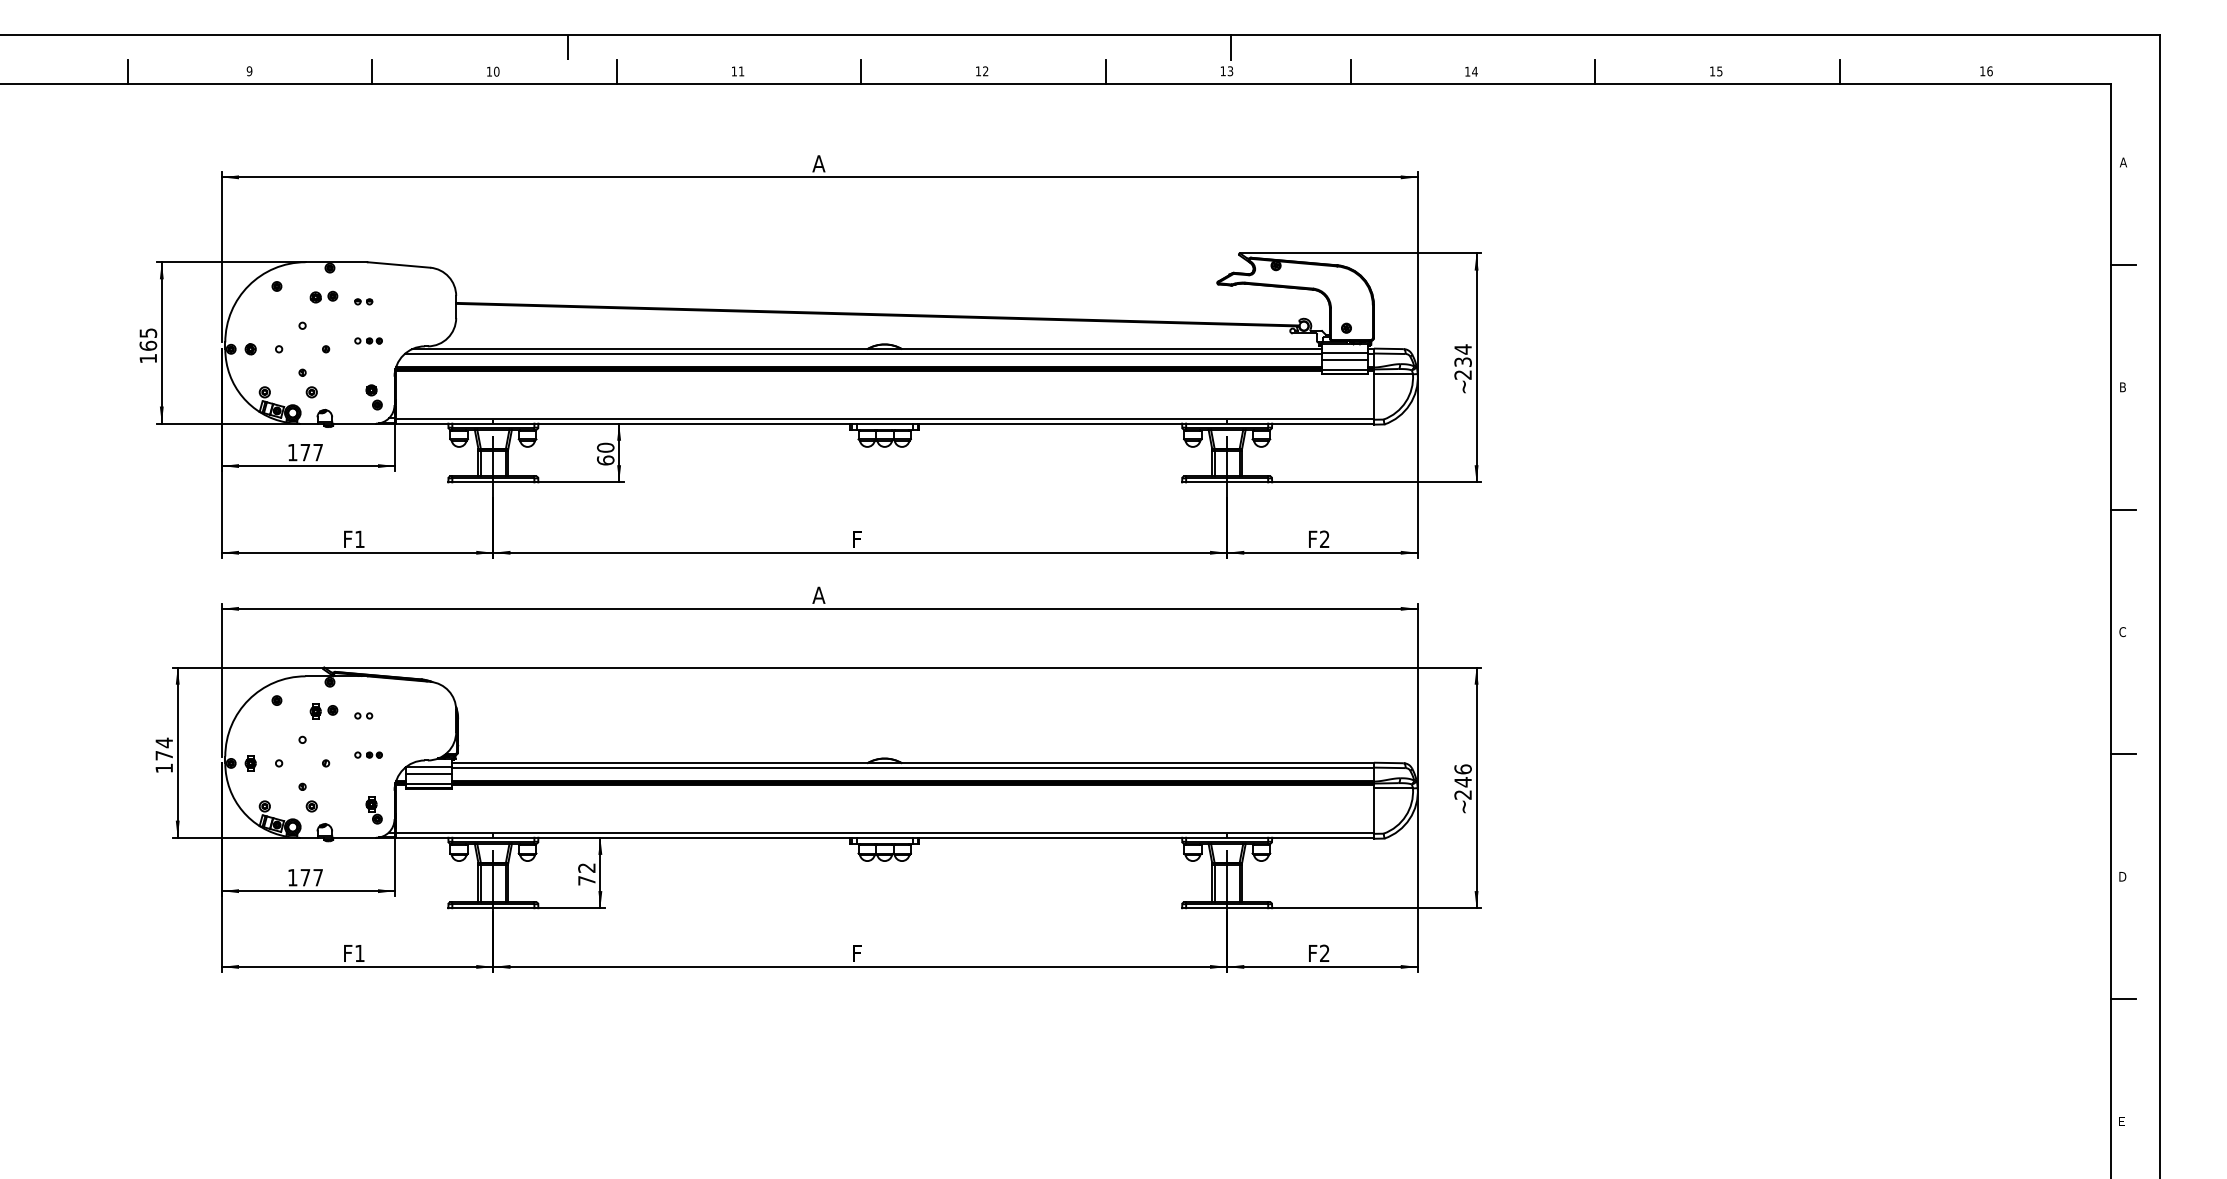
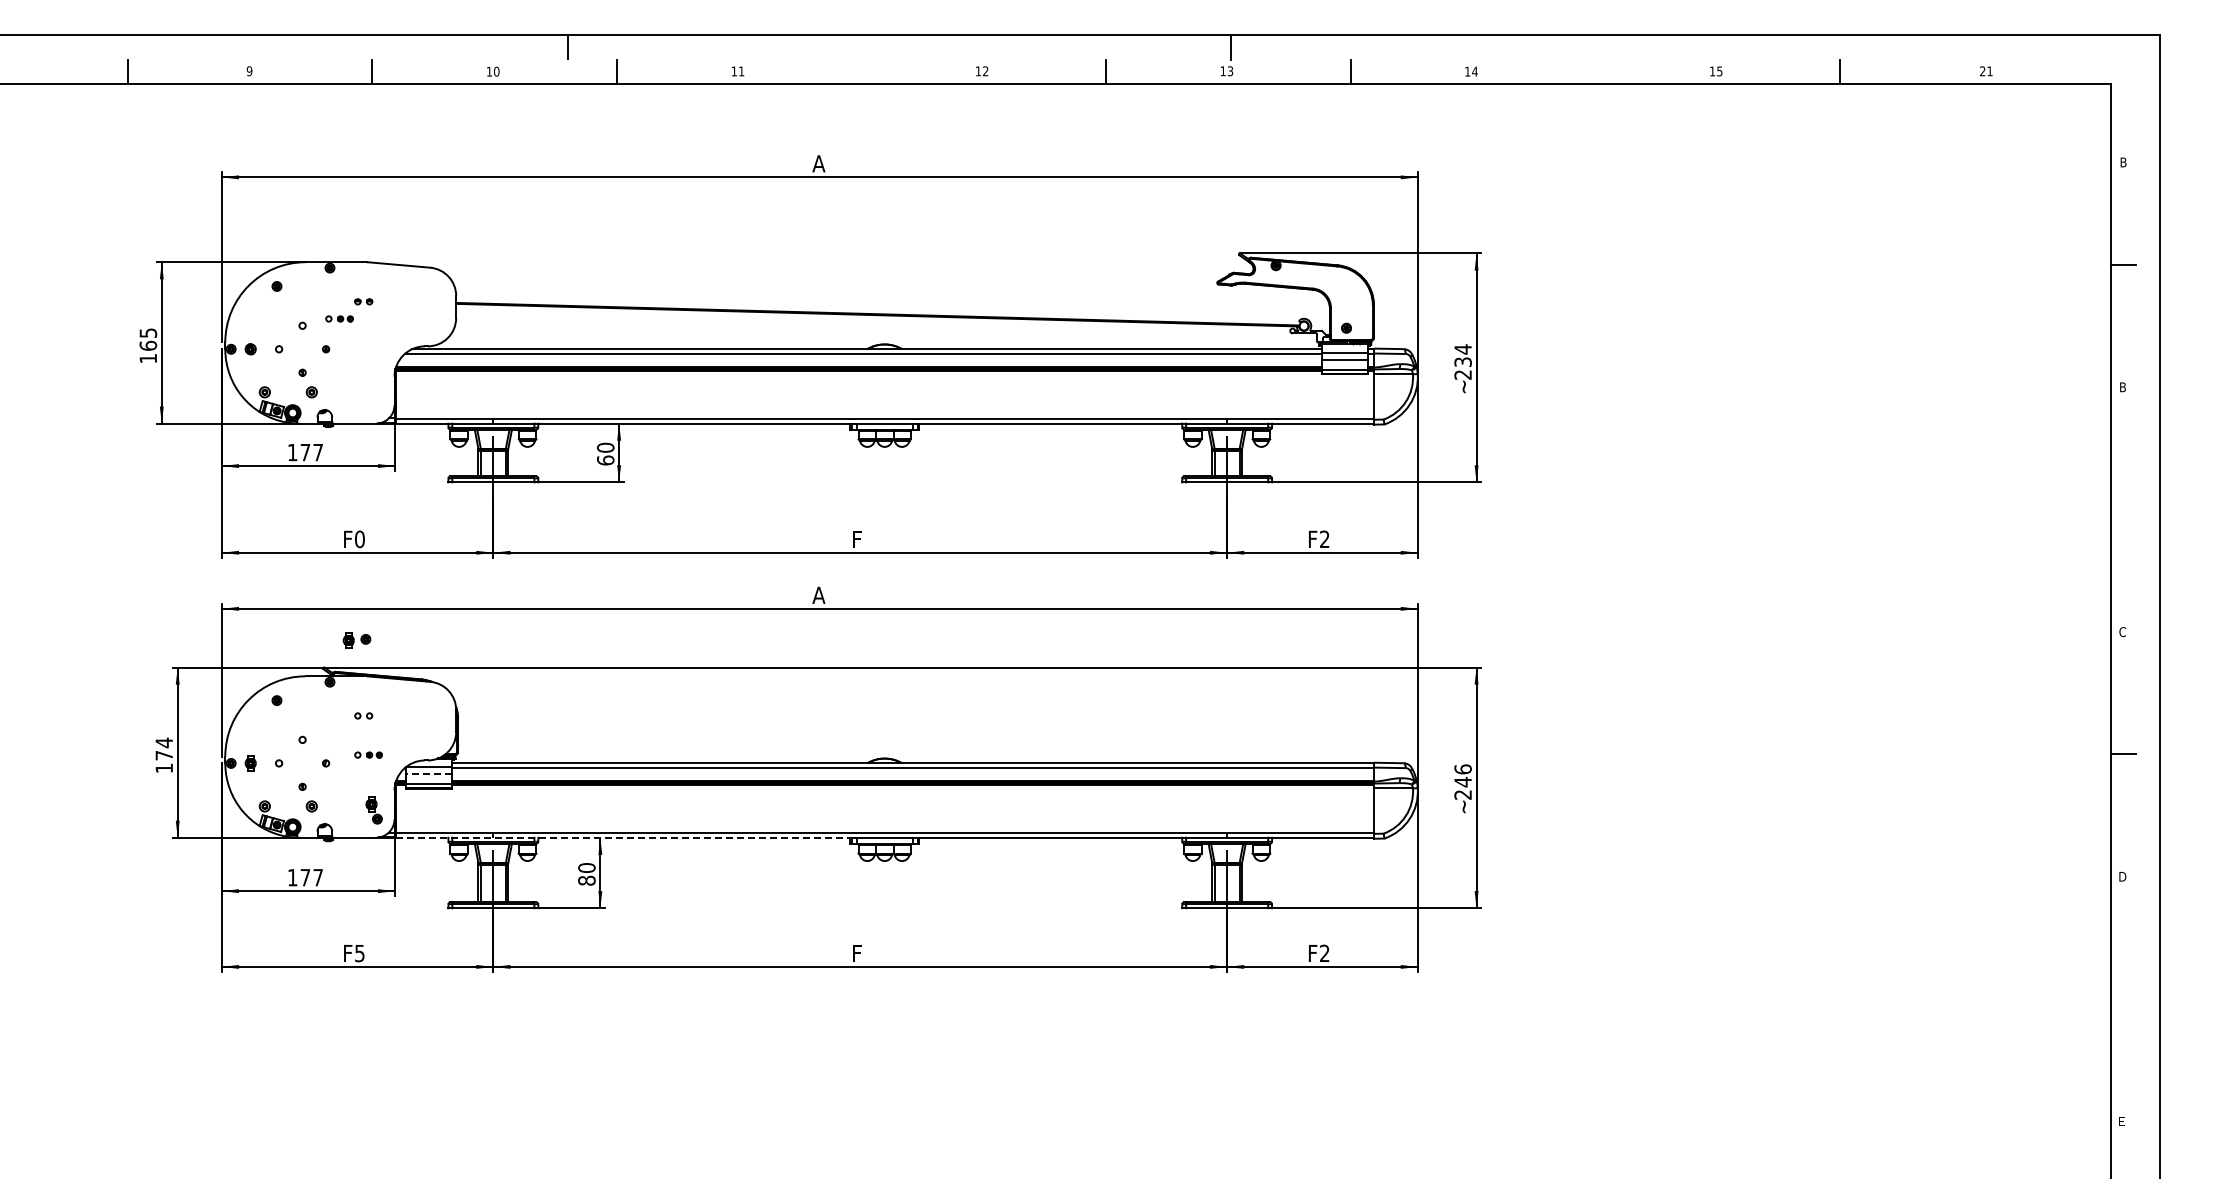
line at (861, 71): present -> none
line at (1595, 71): present -> none
text at (1986, 71): 16 -> 21
text at (2122, 162): A -> B
part at (323, 296): present -> none
part at (368, 340) position: (368, 340) -> (339, 318)
part at (373, 397): present -> none
line at (2123, 509): present -> none
text at (359, 539): F1 -> F0
part at (323, 711) position: (323, 711) -> (356, 640)
line at (429, 773): solid -> dashed
line at (624, 837): solid -> dashed
text at (586, 874): 72 -> 80
text at (359, 953): F1 -> F5
line at (2123, 998): present -> none
